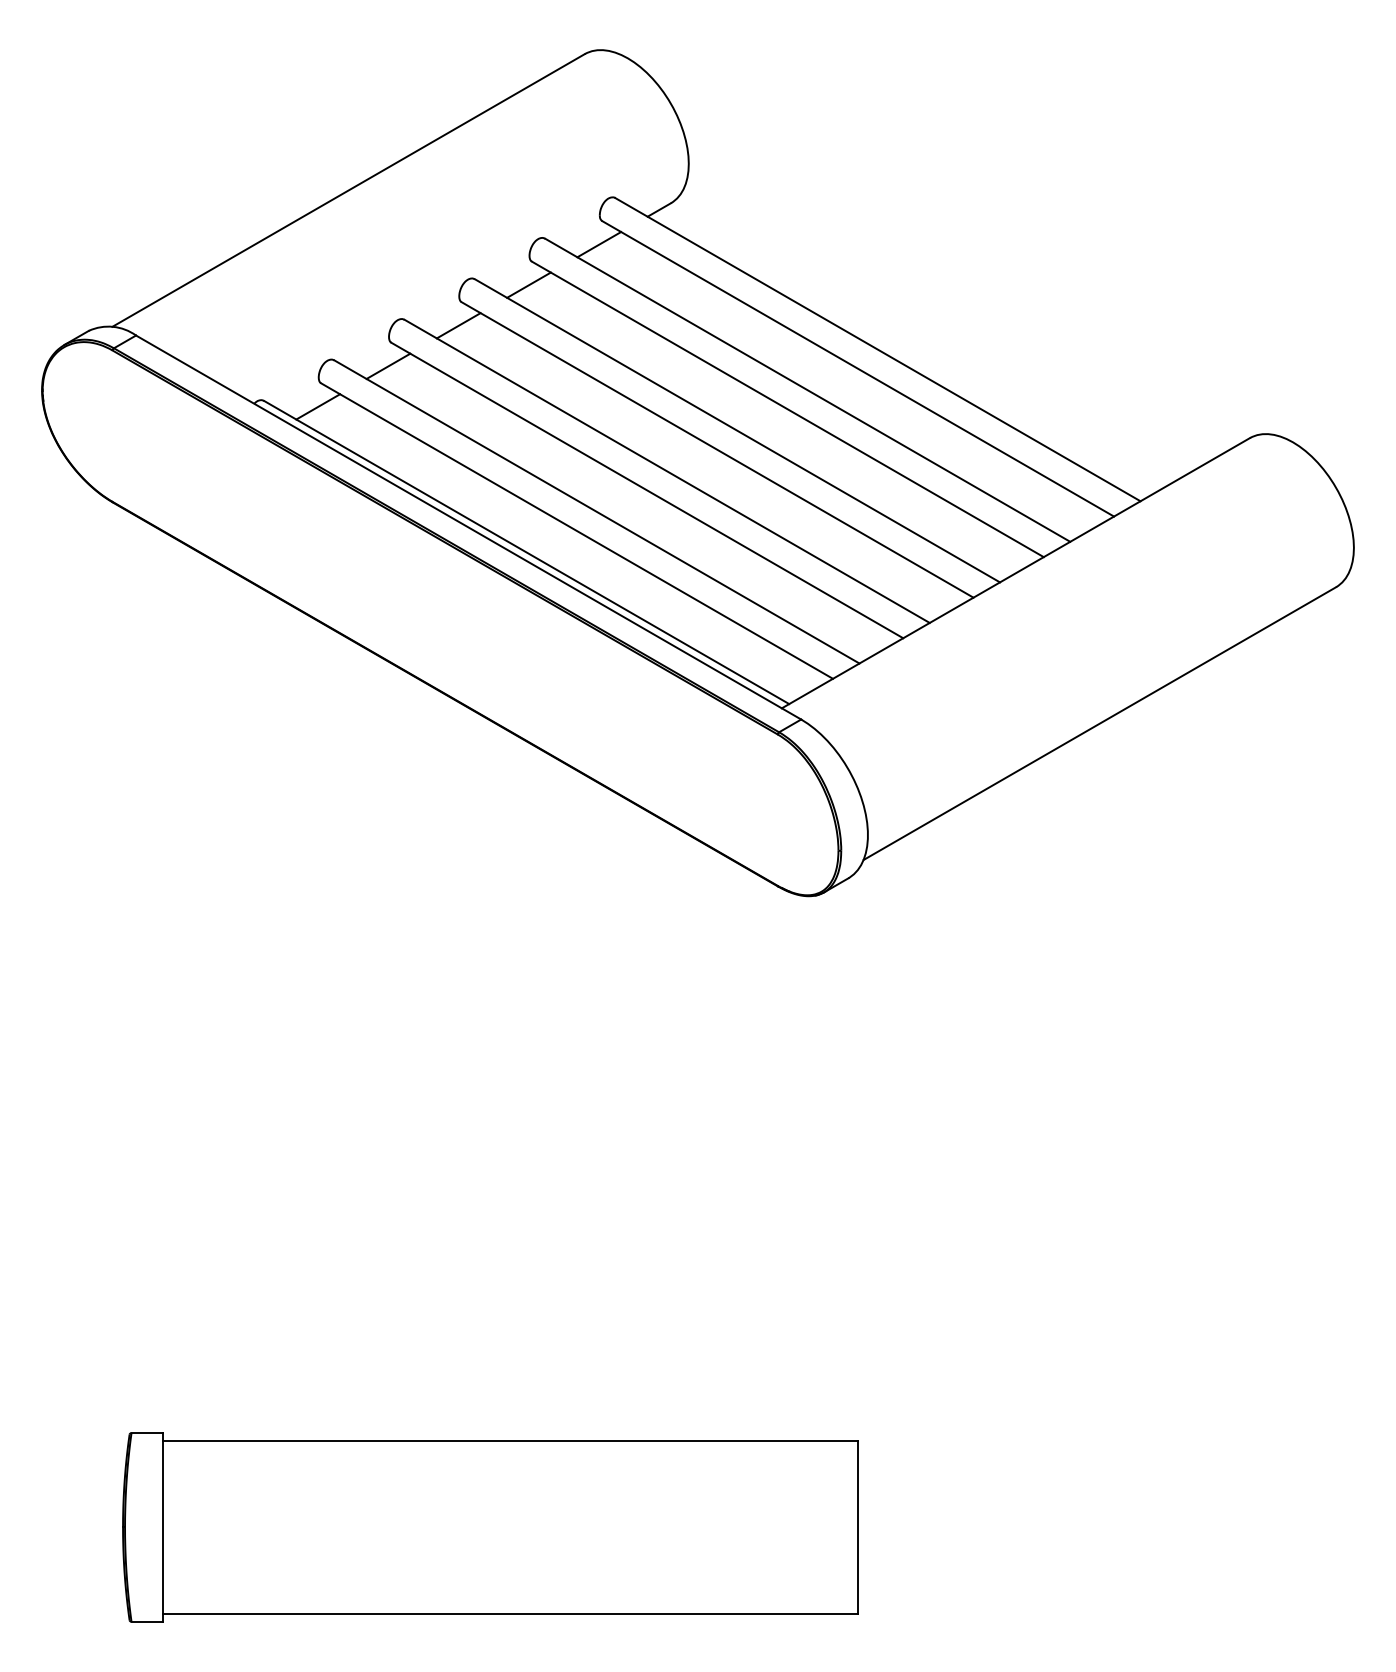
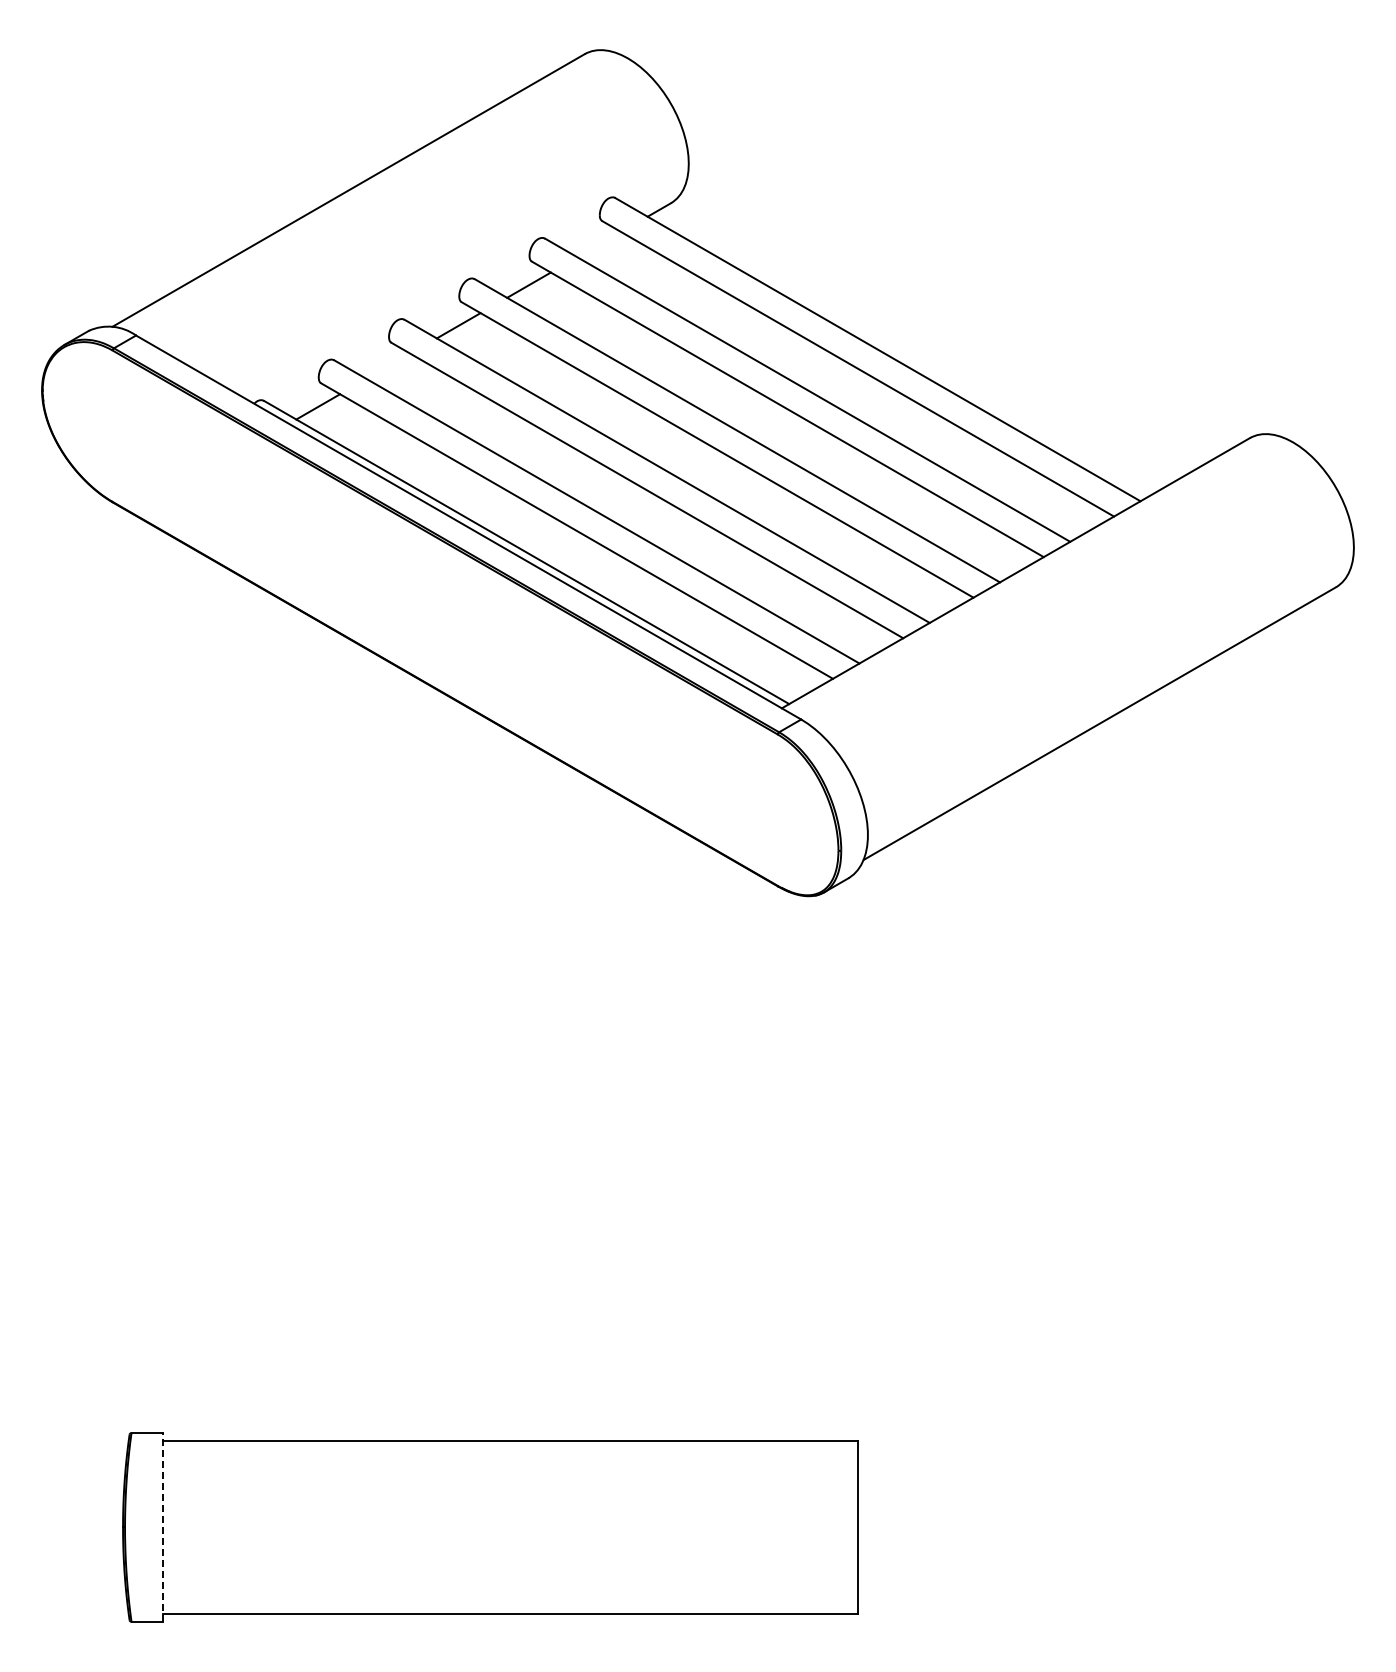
line at (599, 244): present -> none
line at (388, 365): present -> none
line at (162, 1526): solid -> dashed
